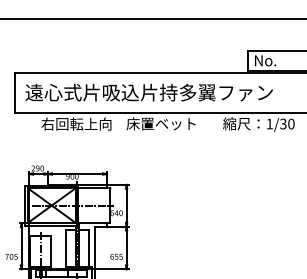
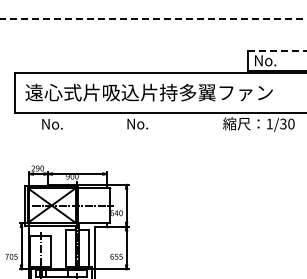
line at (154, 18): solid -> dashed
line at (277, 50): solid -> dashed
text at (76, 123): 右回転上向 -> No.
text at (160, 123): 床置ベット -> No.
